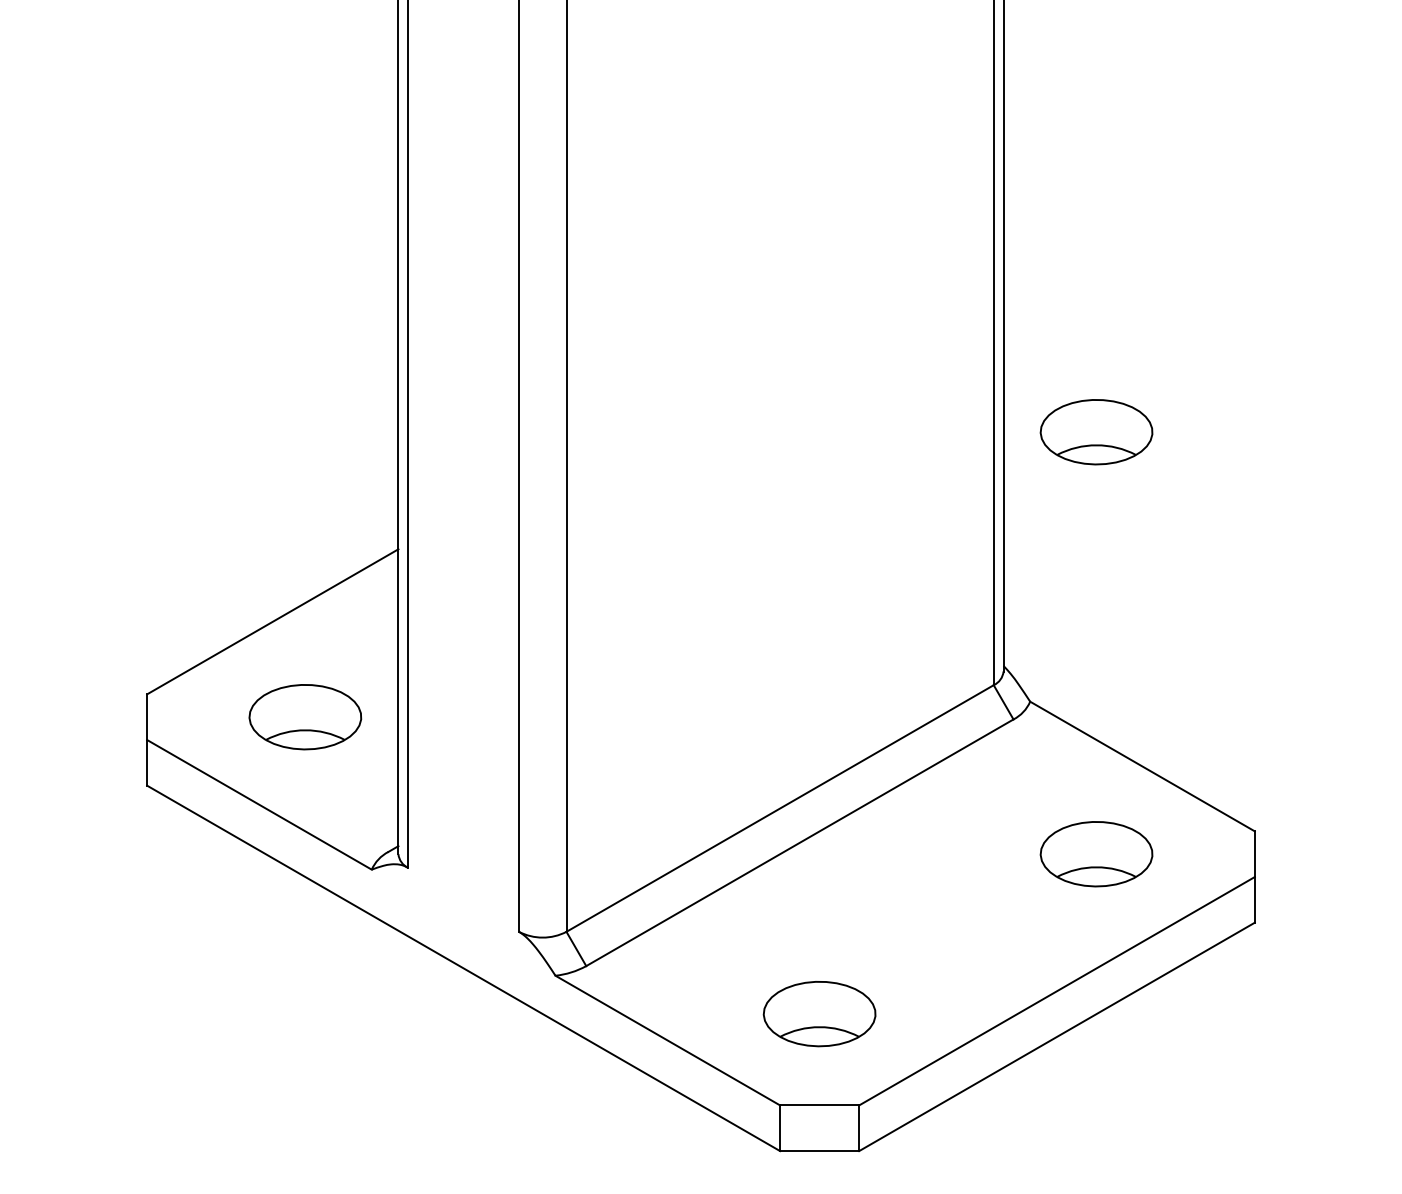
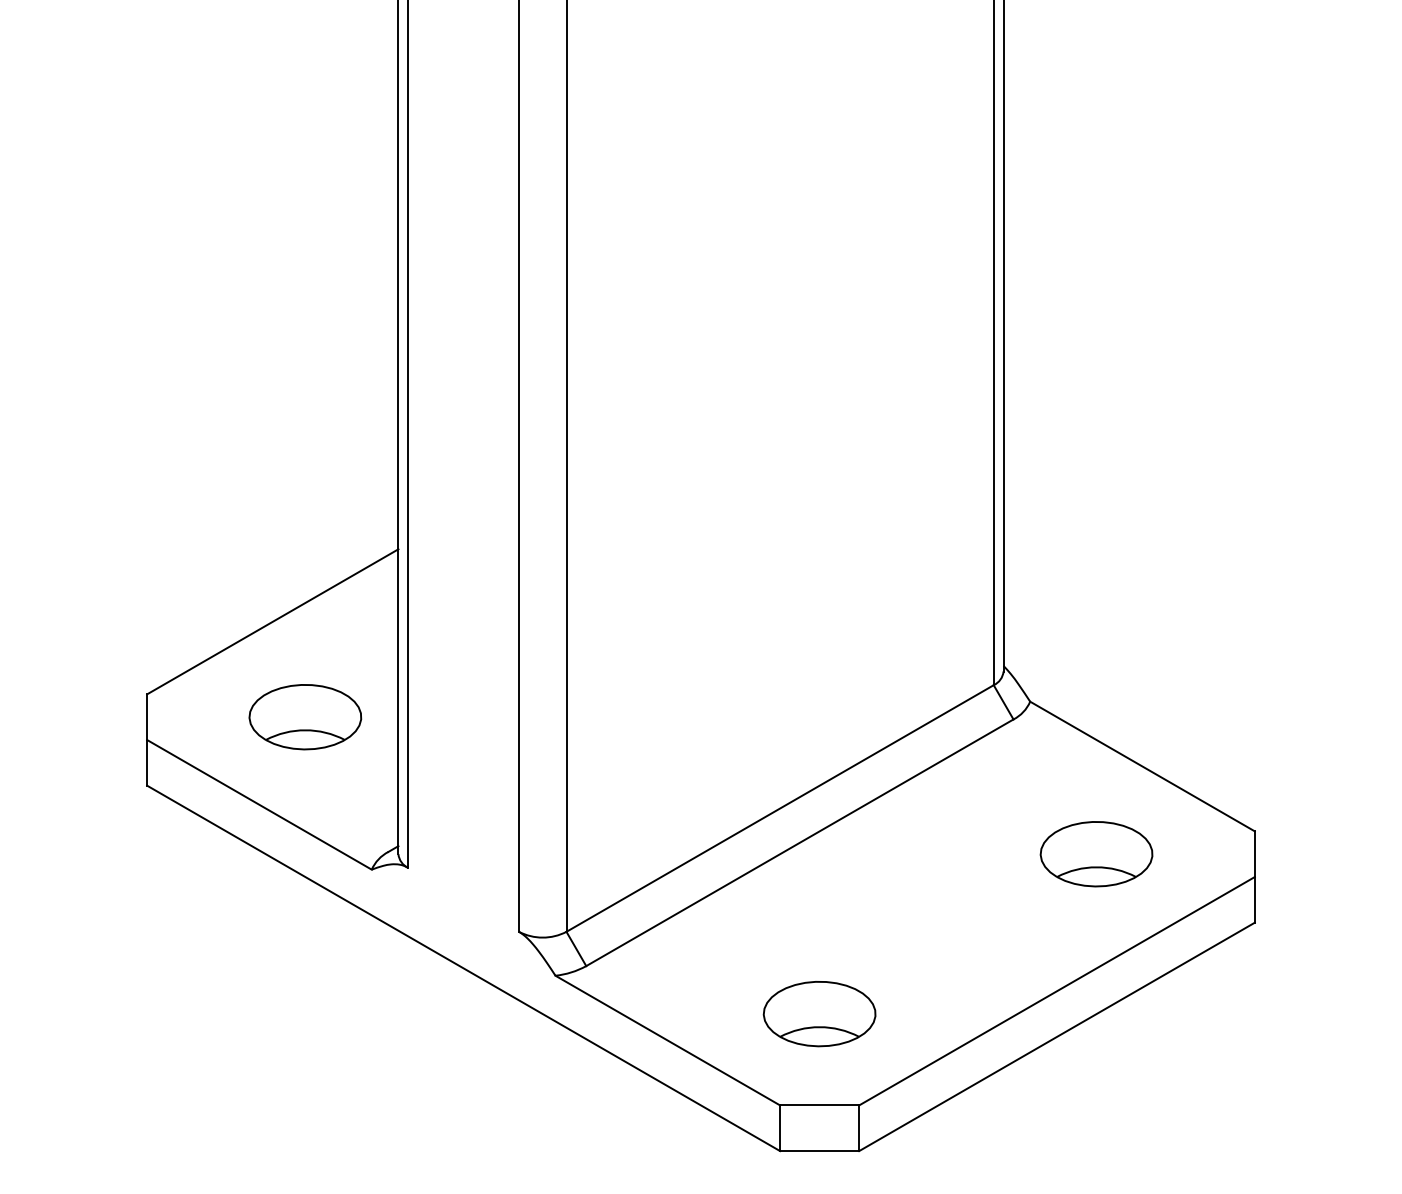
part at (1096, 432): present -> none
